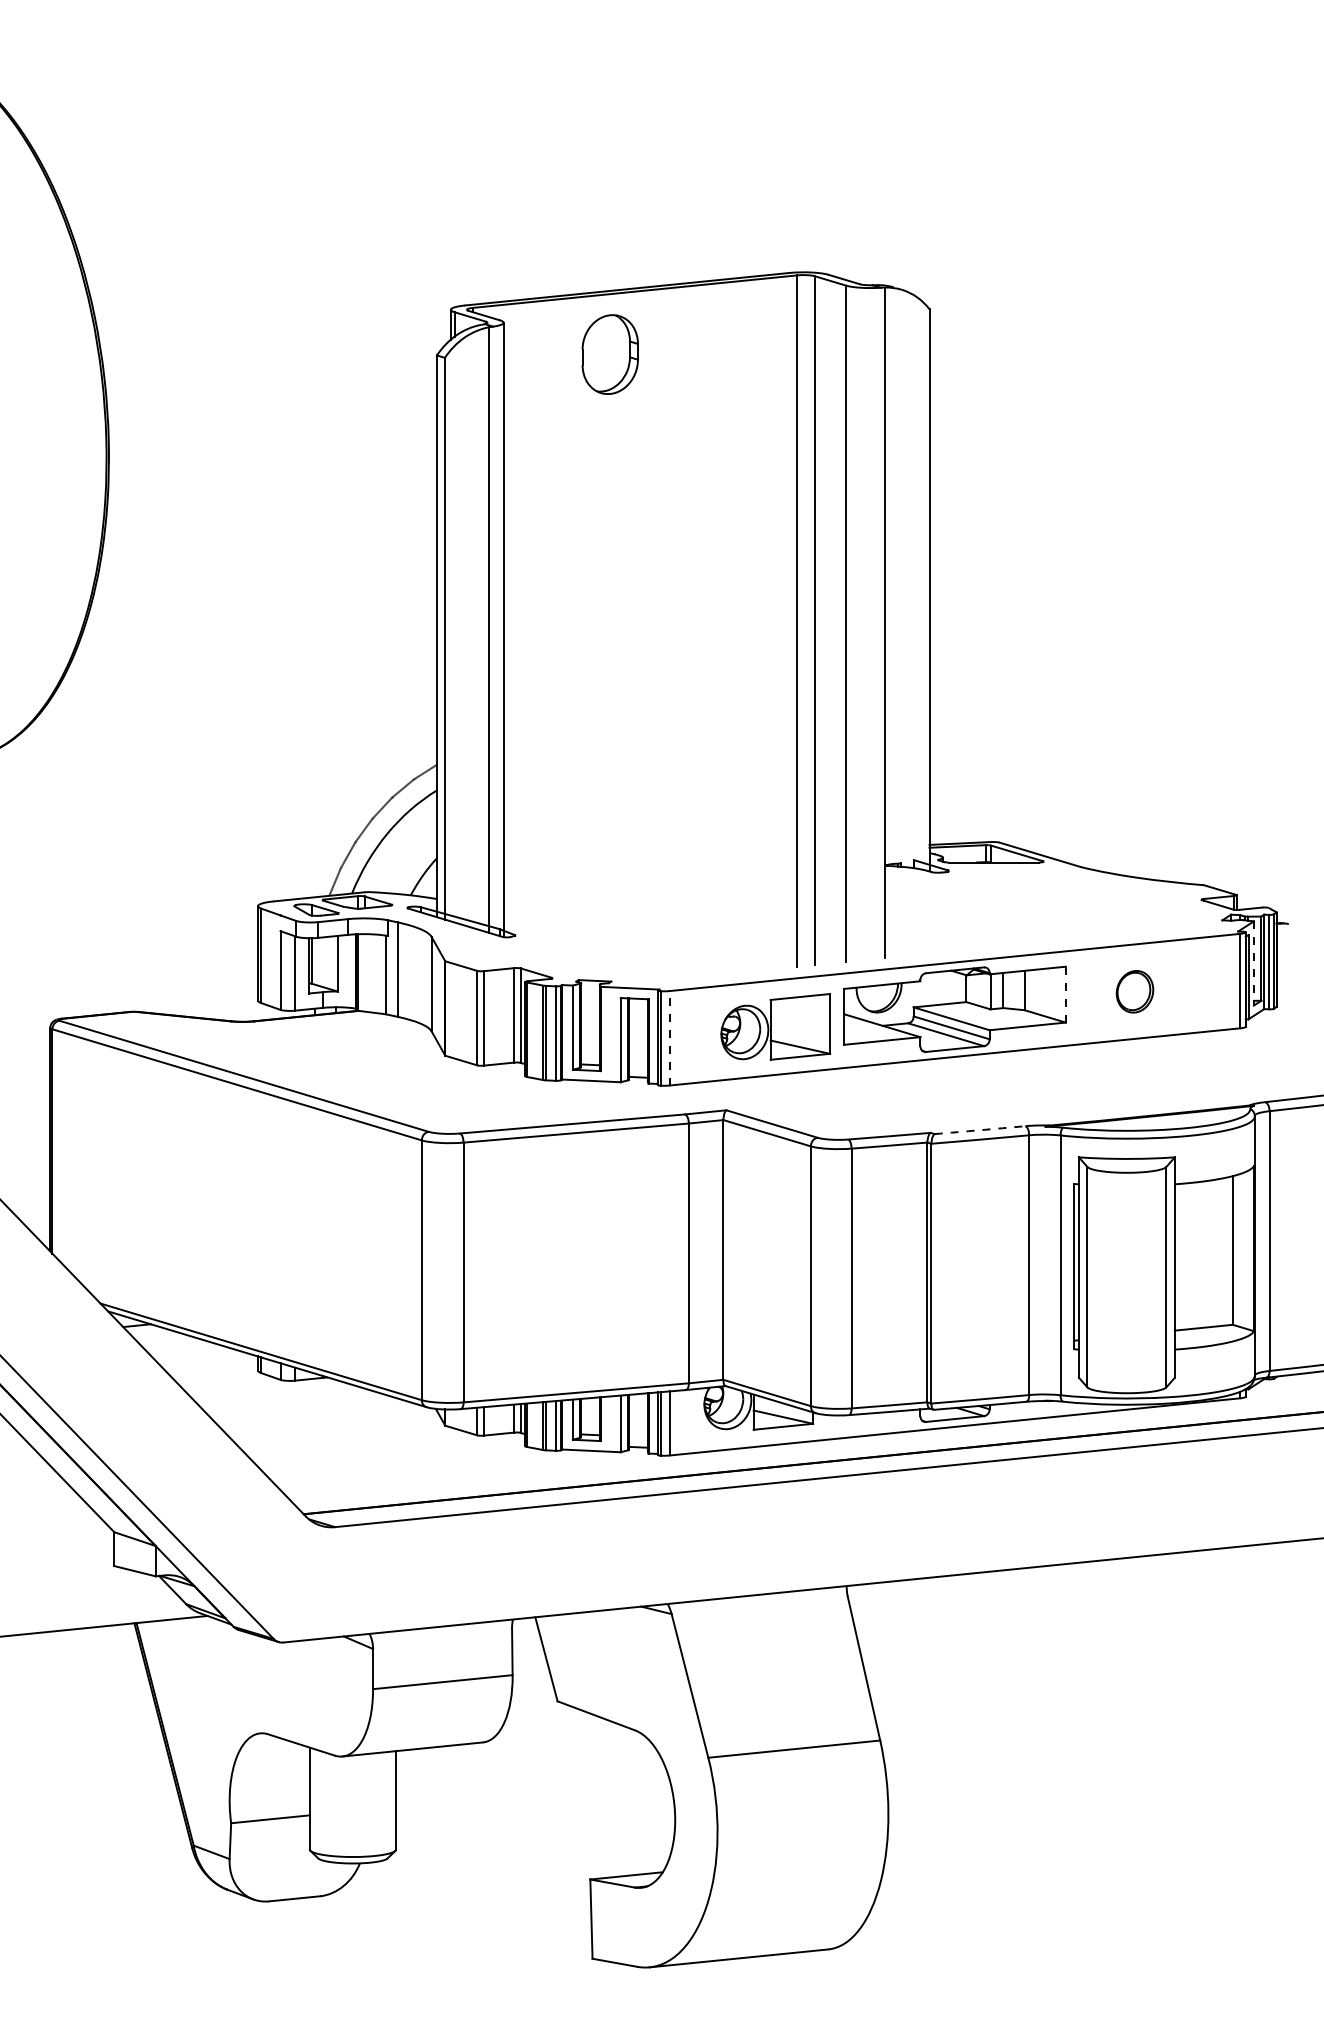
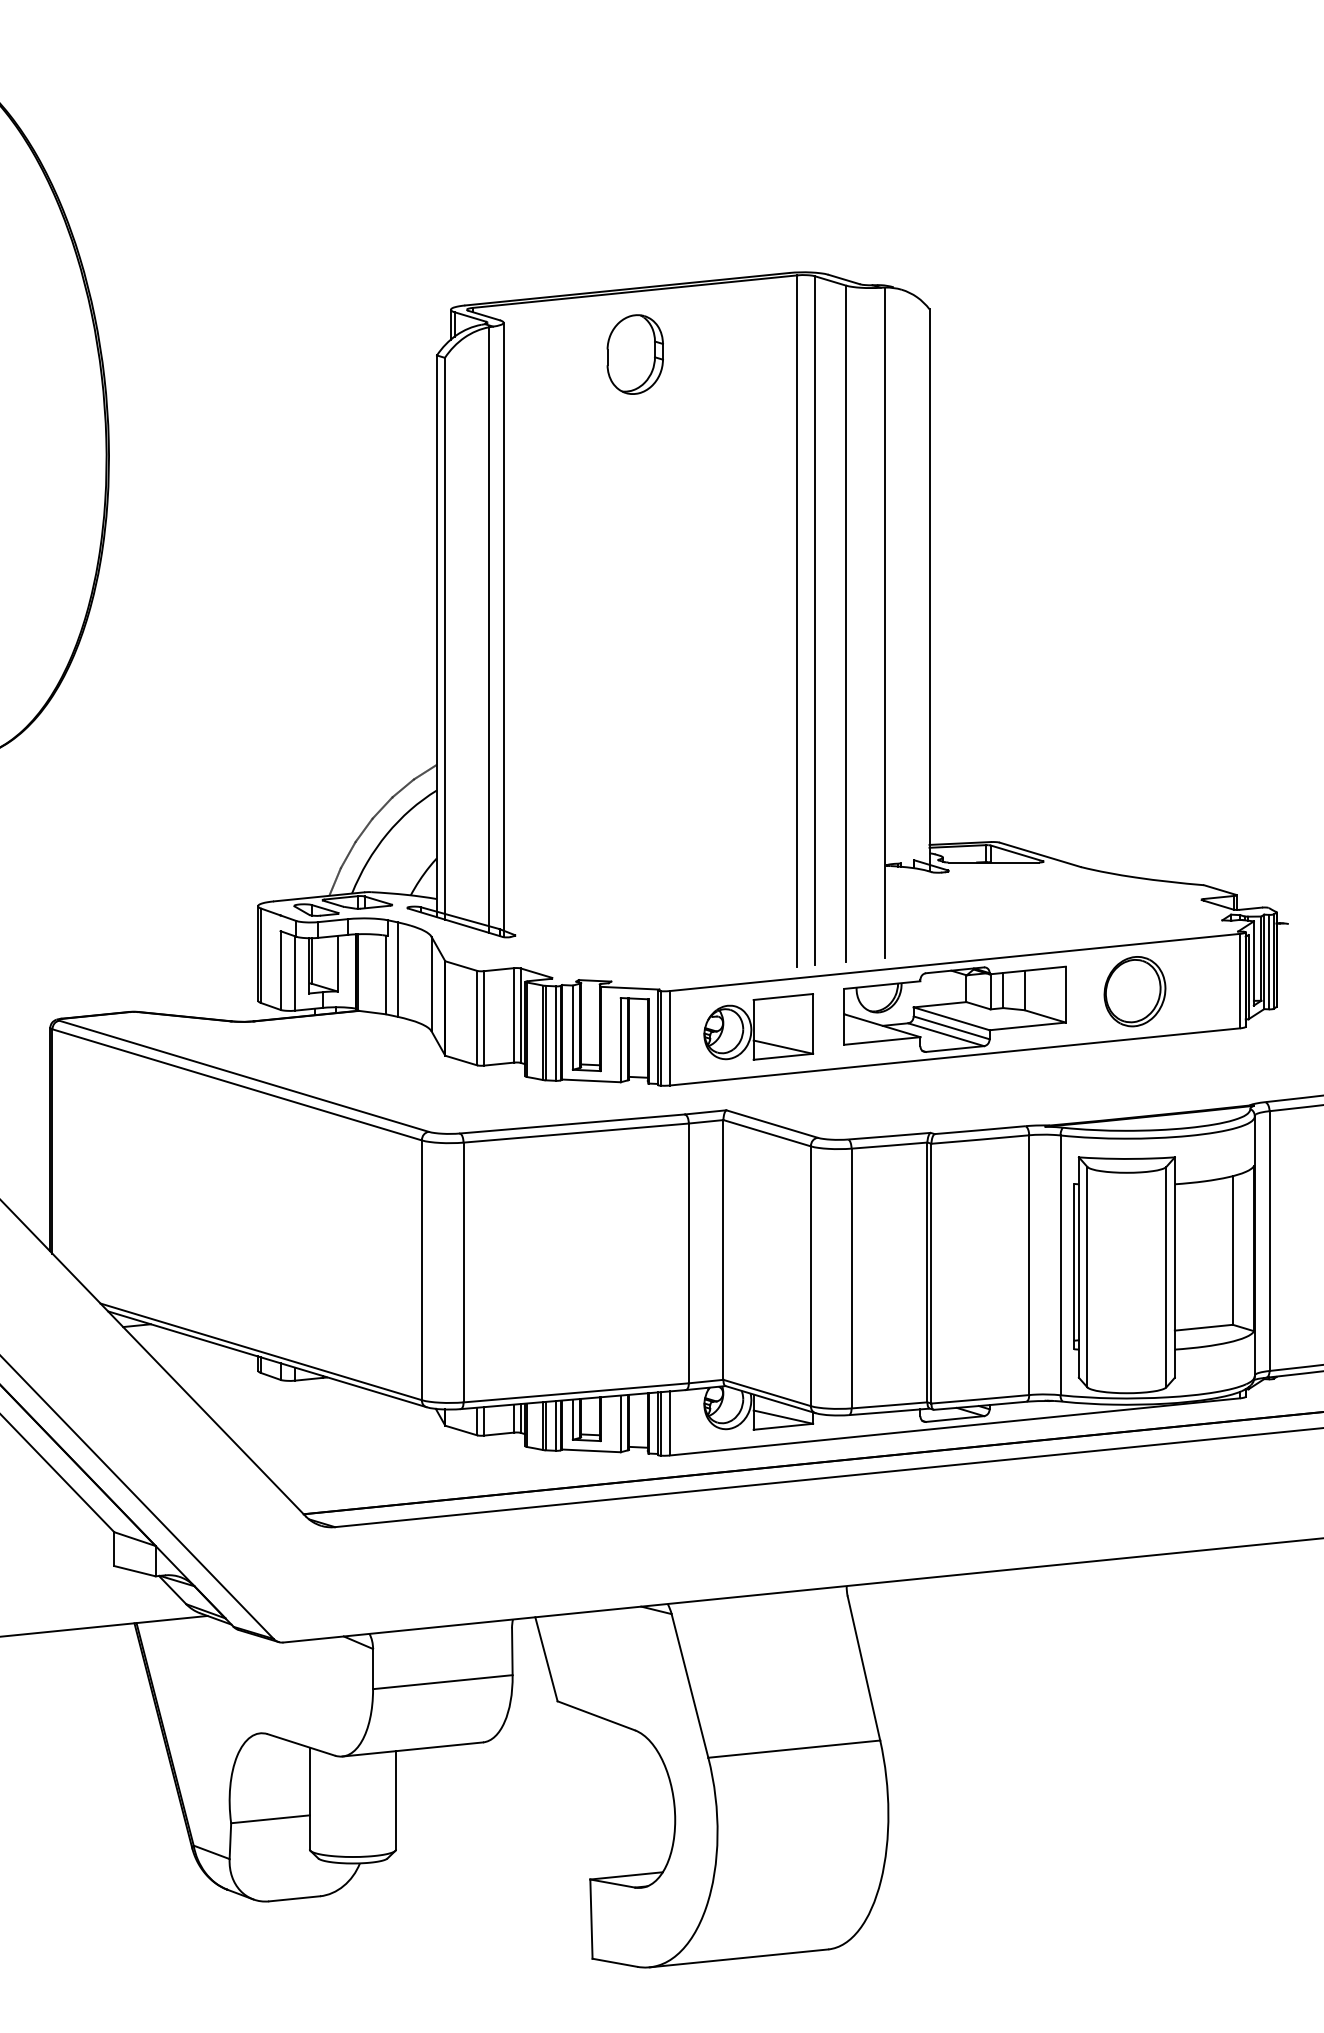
part at (609, 354) position: (609, 354) -> (634, 354)
line at (1253, 963): dashed -> solid
part at (1134, 991) size: 40x44 px -> 64x72 px
line at (1065, 994): dashed -> solid
part at (775, 1026) position: (775, 1026) -> (758, 1026)
line at (670, 1037): dashed -> solid
arc at (980, 1130): dashed -> solid
